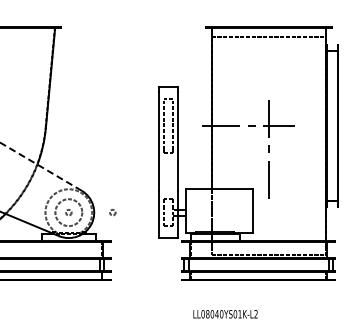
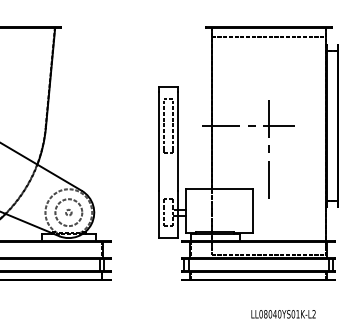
line at (40, 166): dashed -> solid
circle at (112, 211): present -> none
text at (225, 314) position: (225, 314) -> (283, 314)
